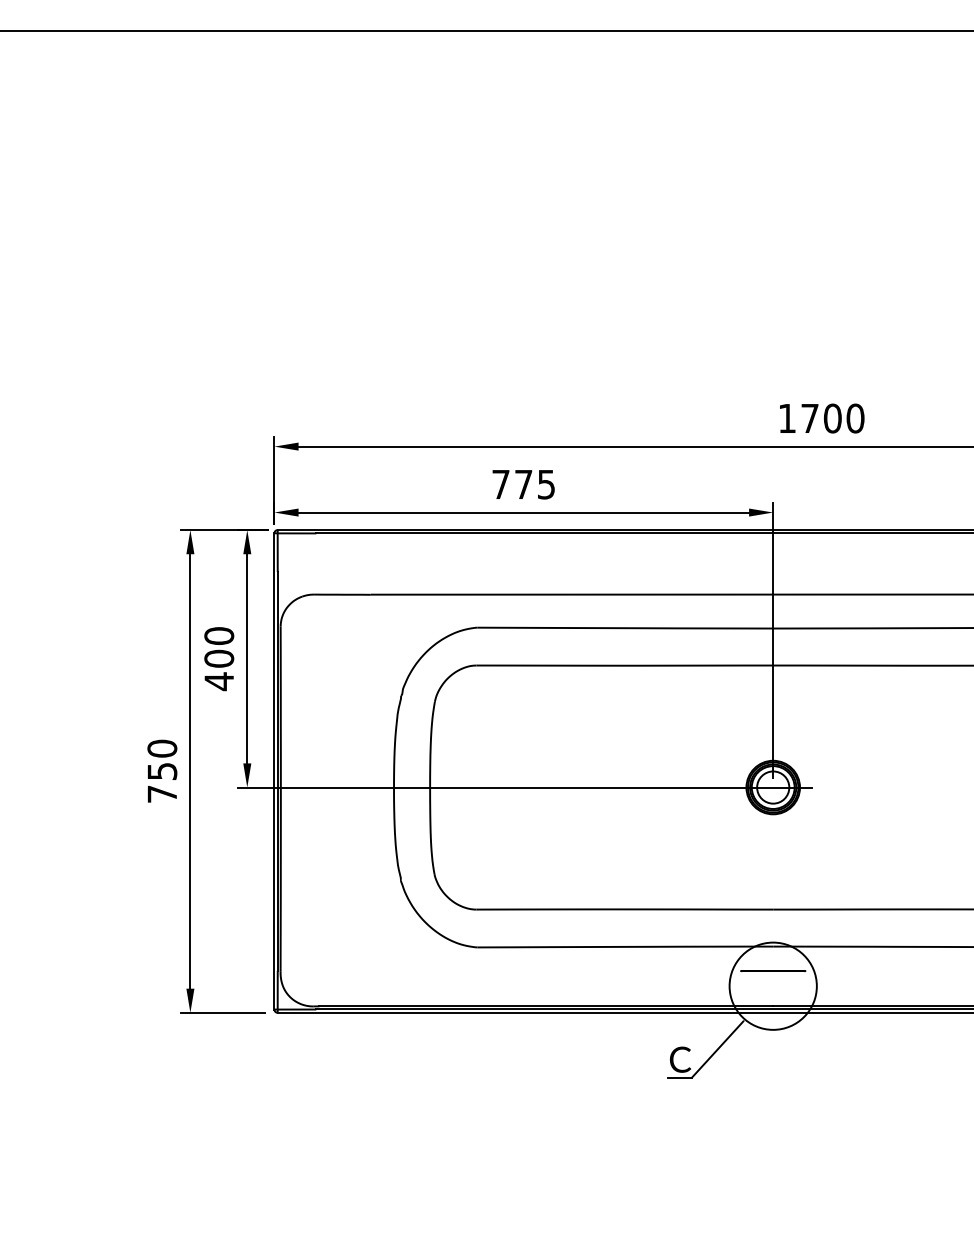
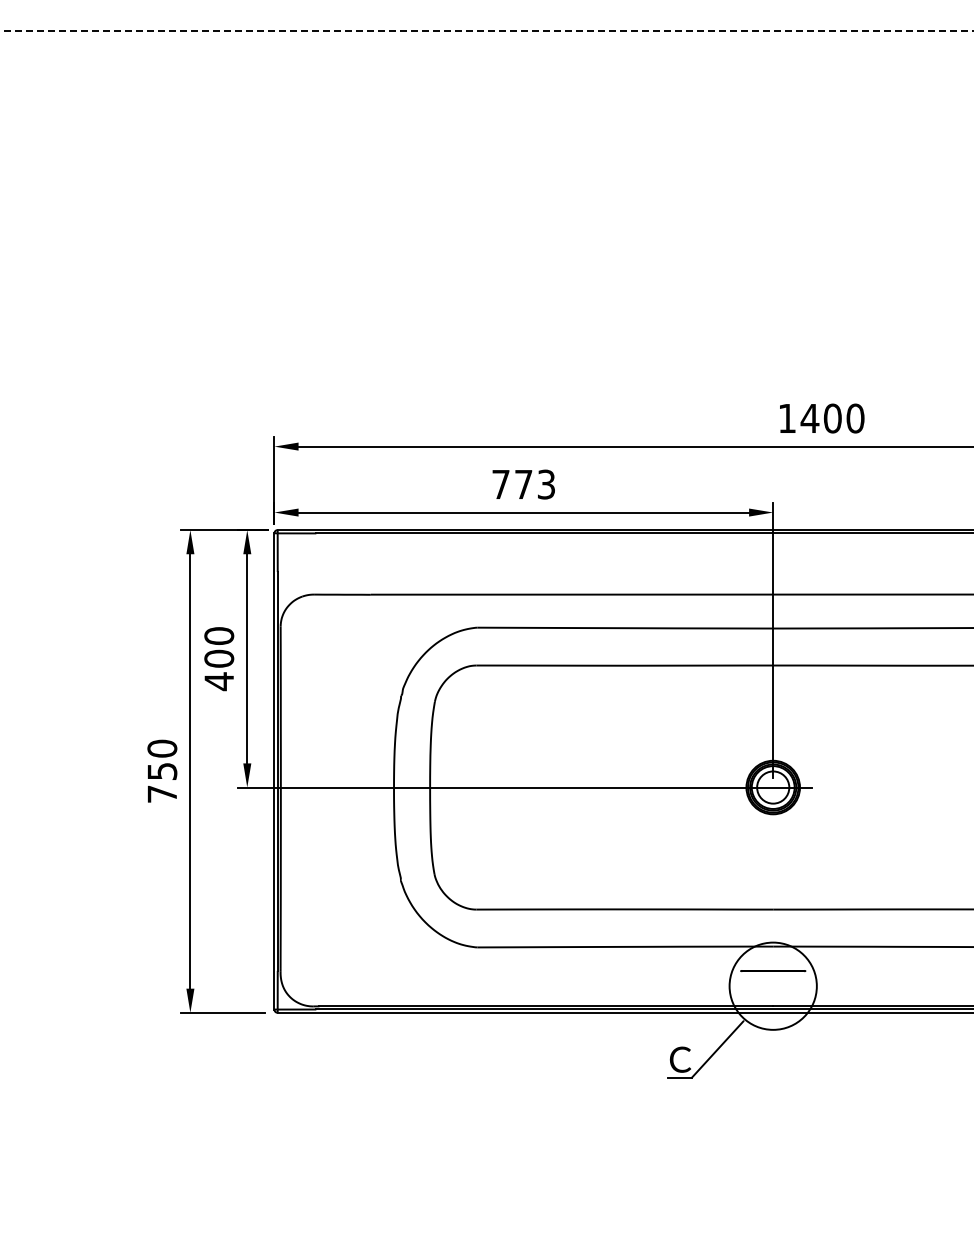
line at (486, 30): solid -> dashed
text at (809, 418): 1700 -> 1400
text at (546, 483): 775 -> 773
